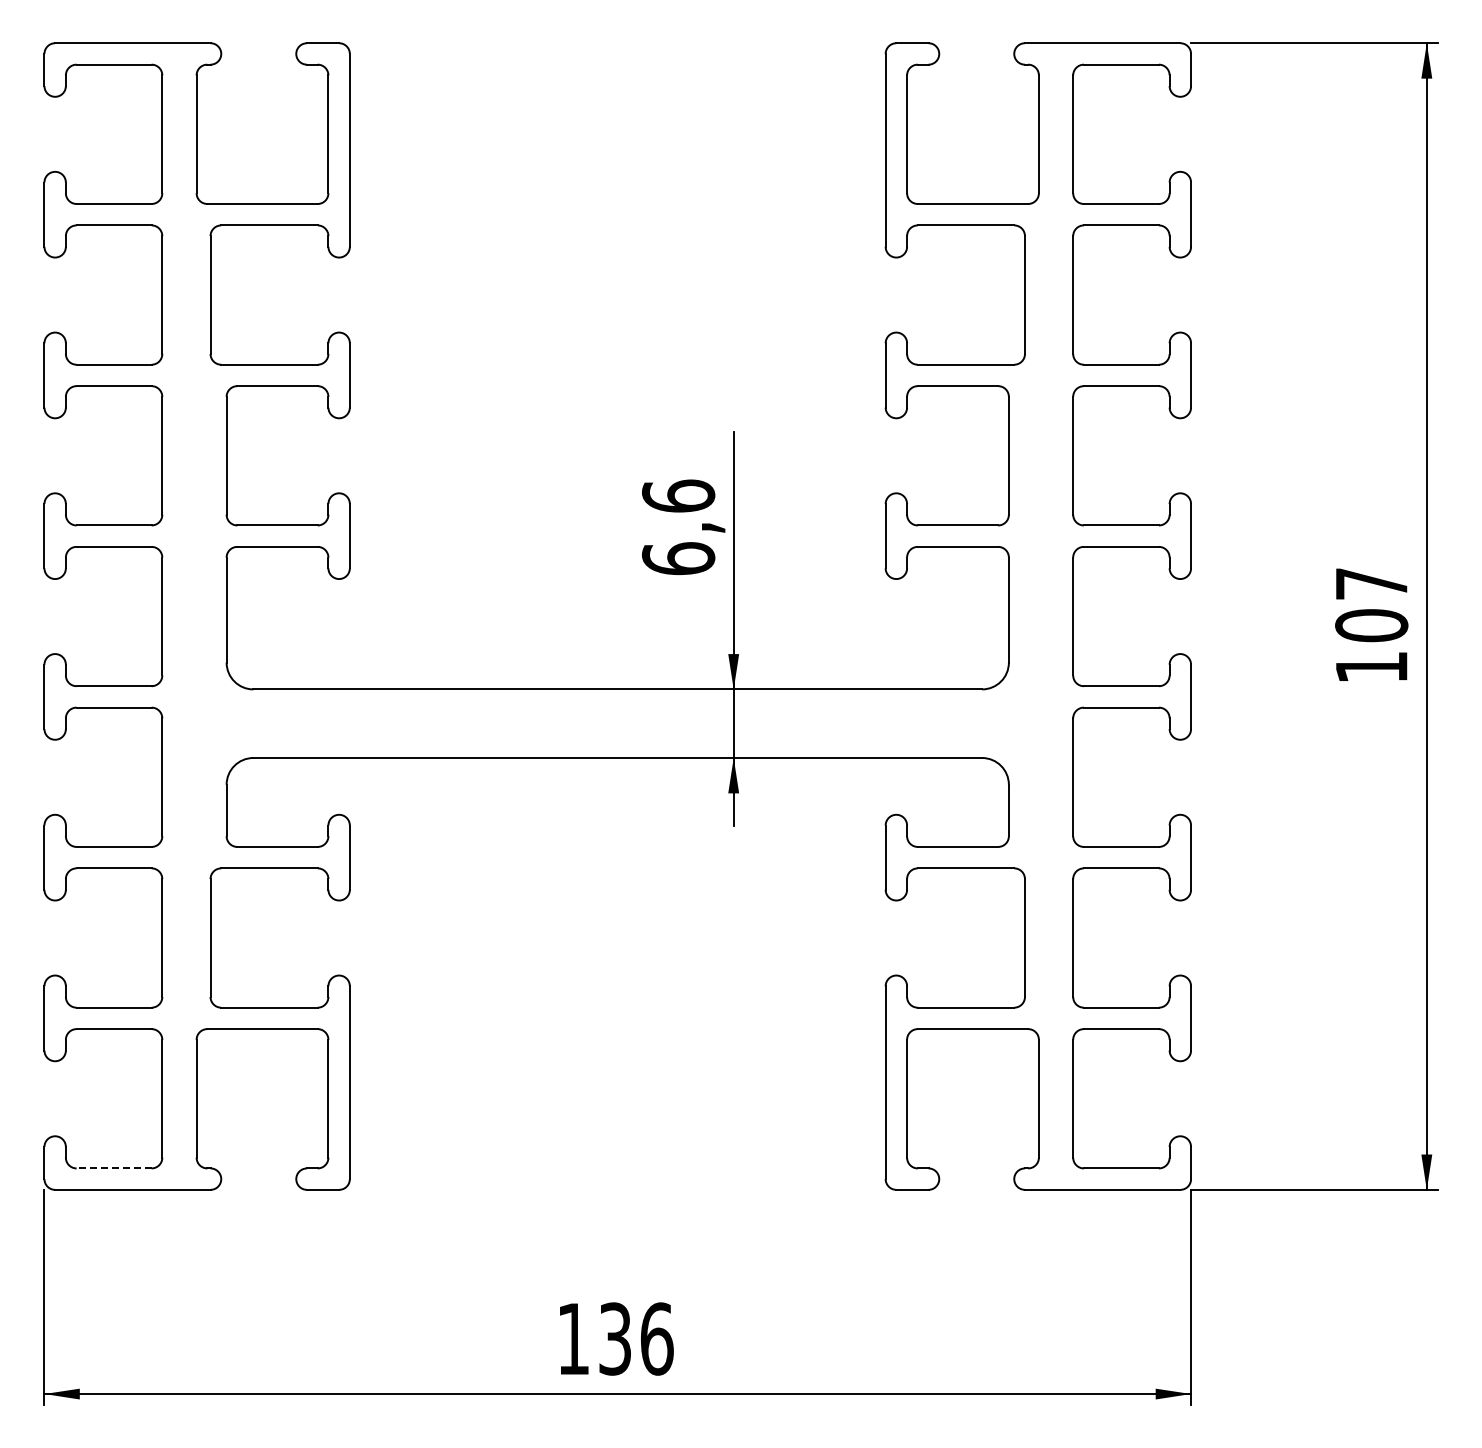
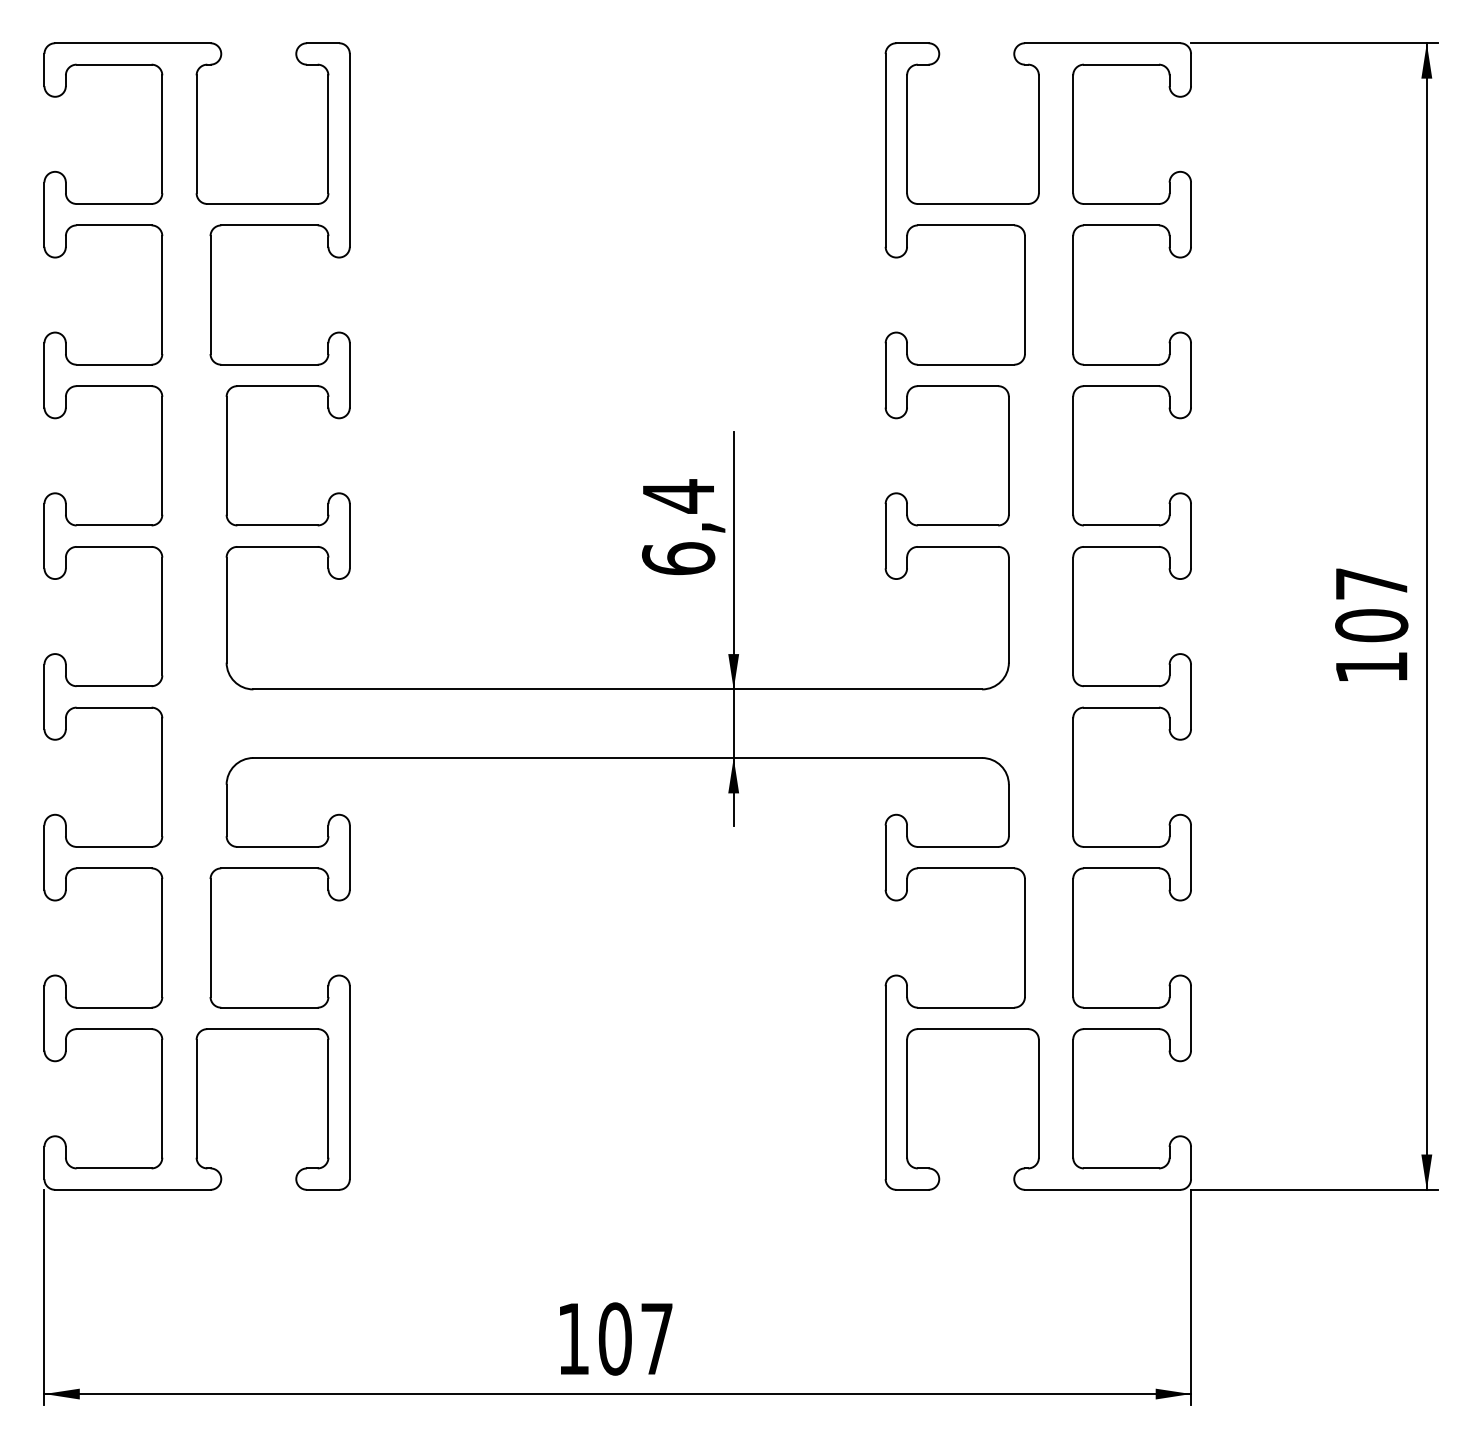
text at (678, 496): 6,6 -> 6,4
line at (114, 1168): dashed -> solid
text at (636, 1338): 136 -> 107
